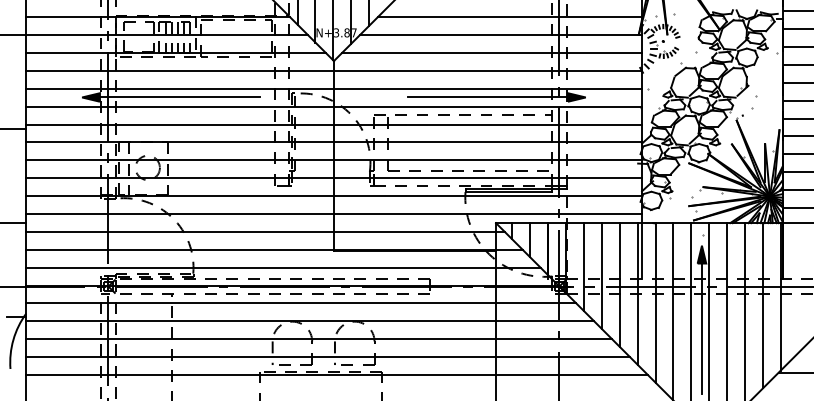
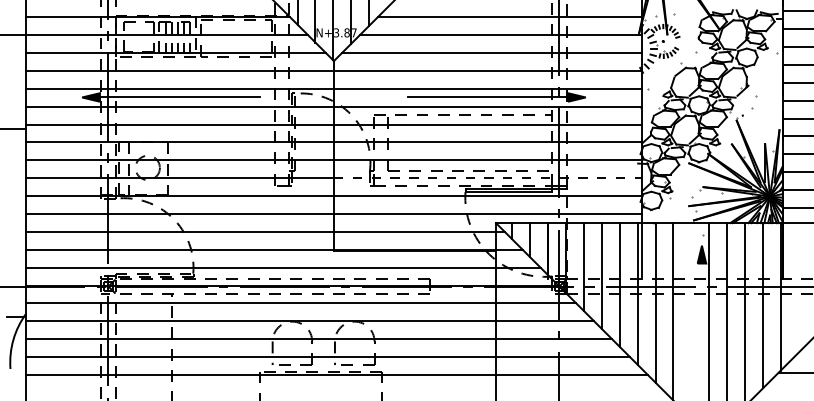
line at (487, 178): solid -> dashed
line at (14, 223): present -> none
line at (691, 310): present -> none
line at (701, 328): present -> none
